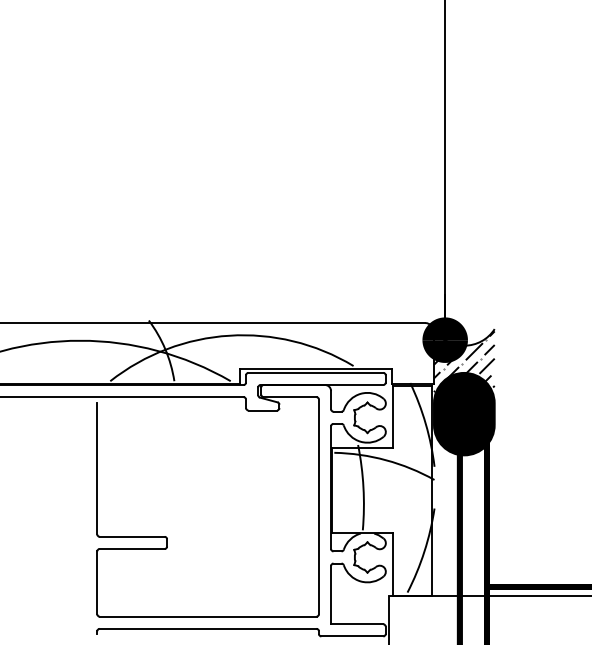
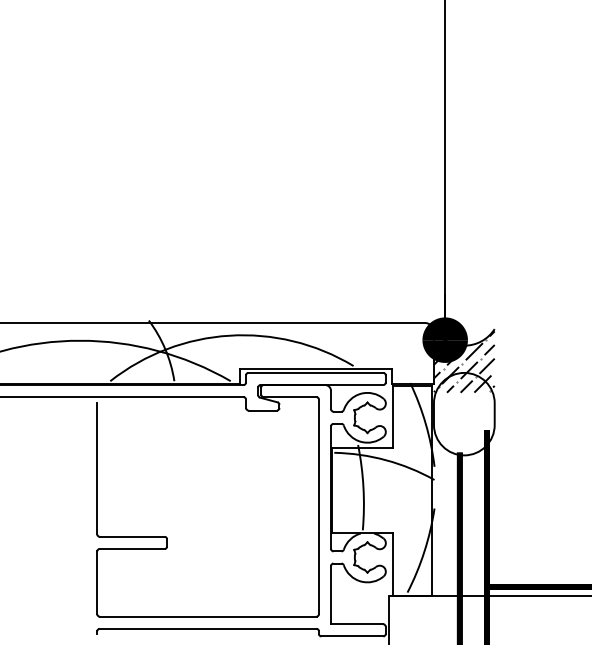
fill at (463, 413): present -> none
